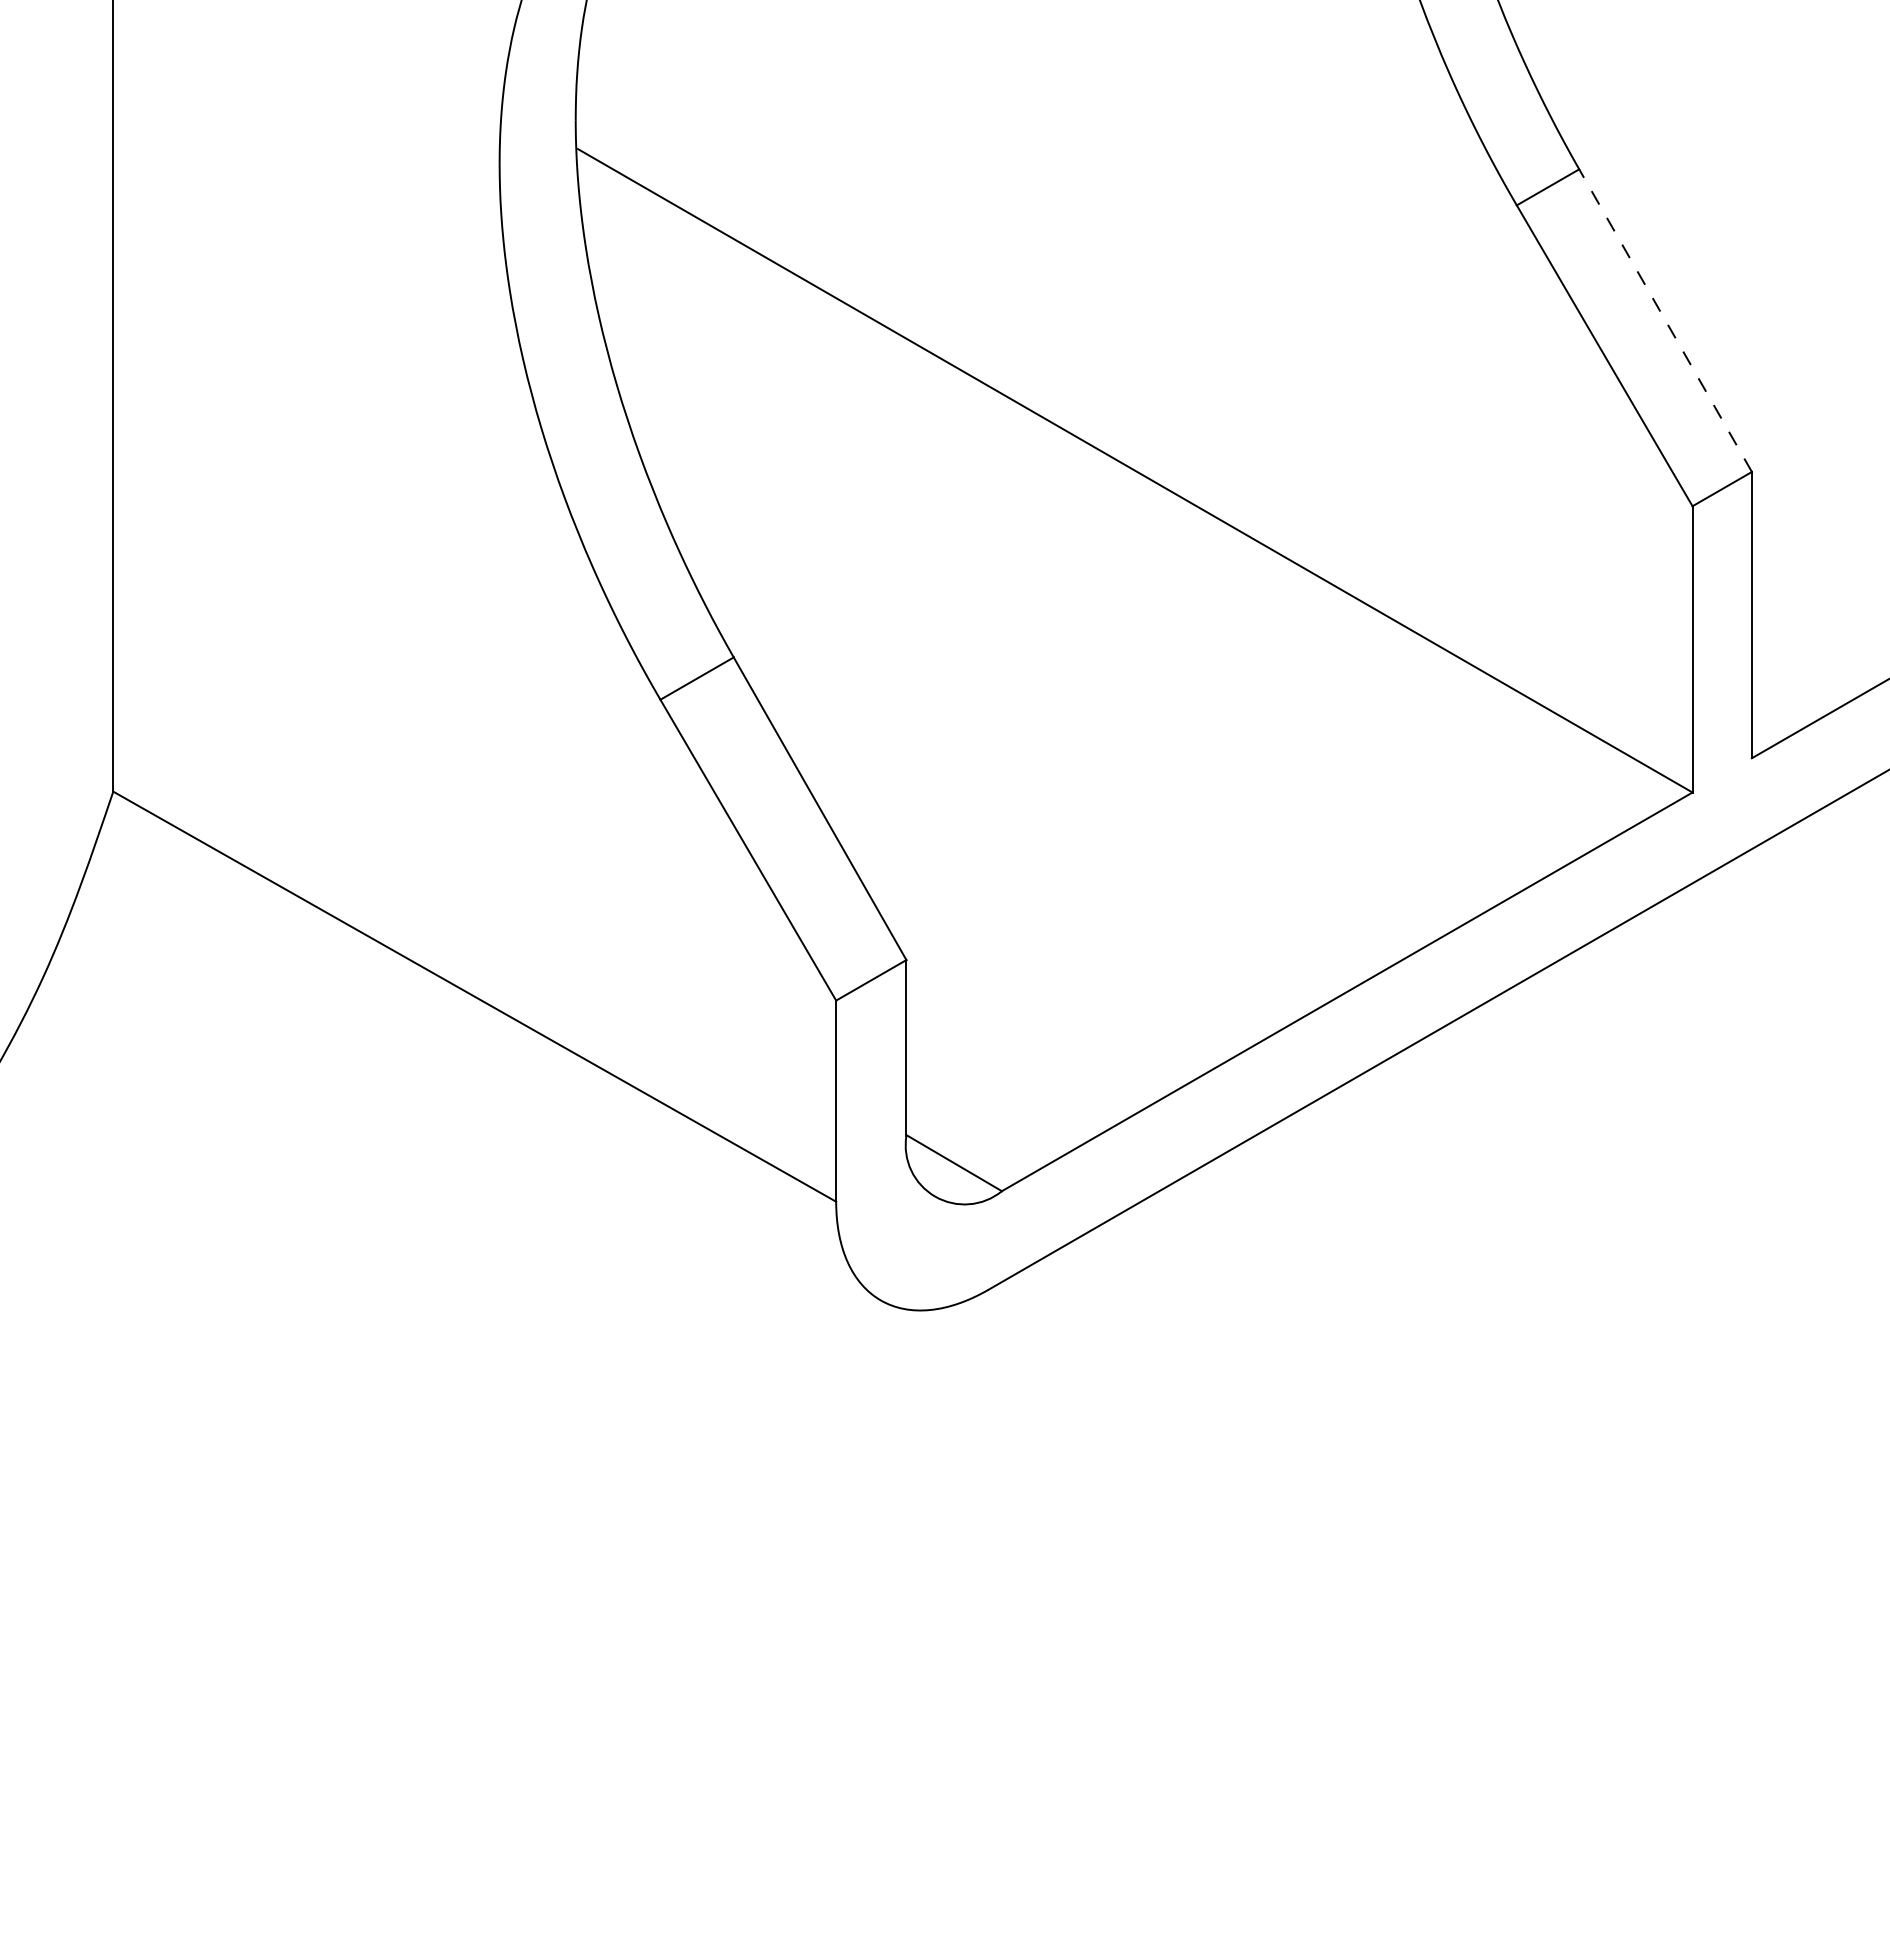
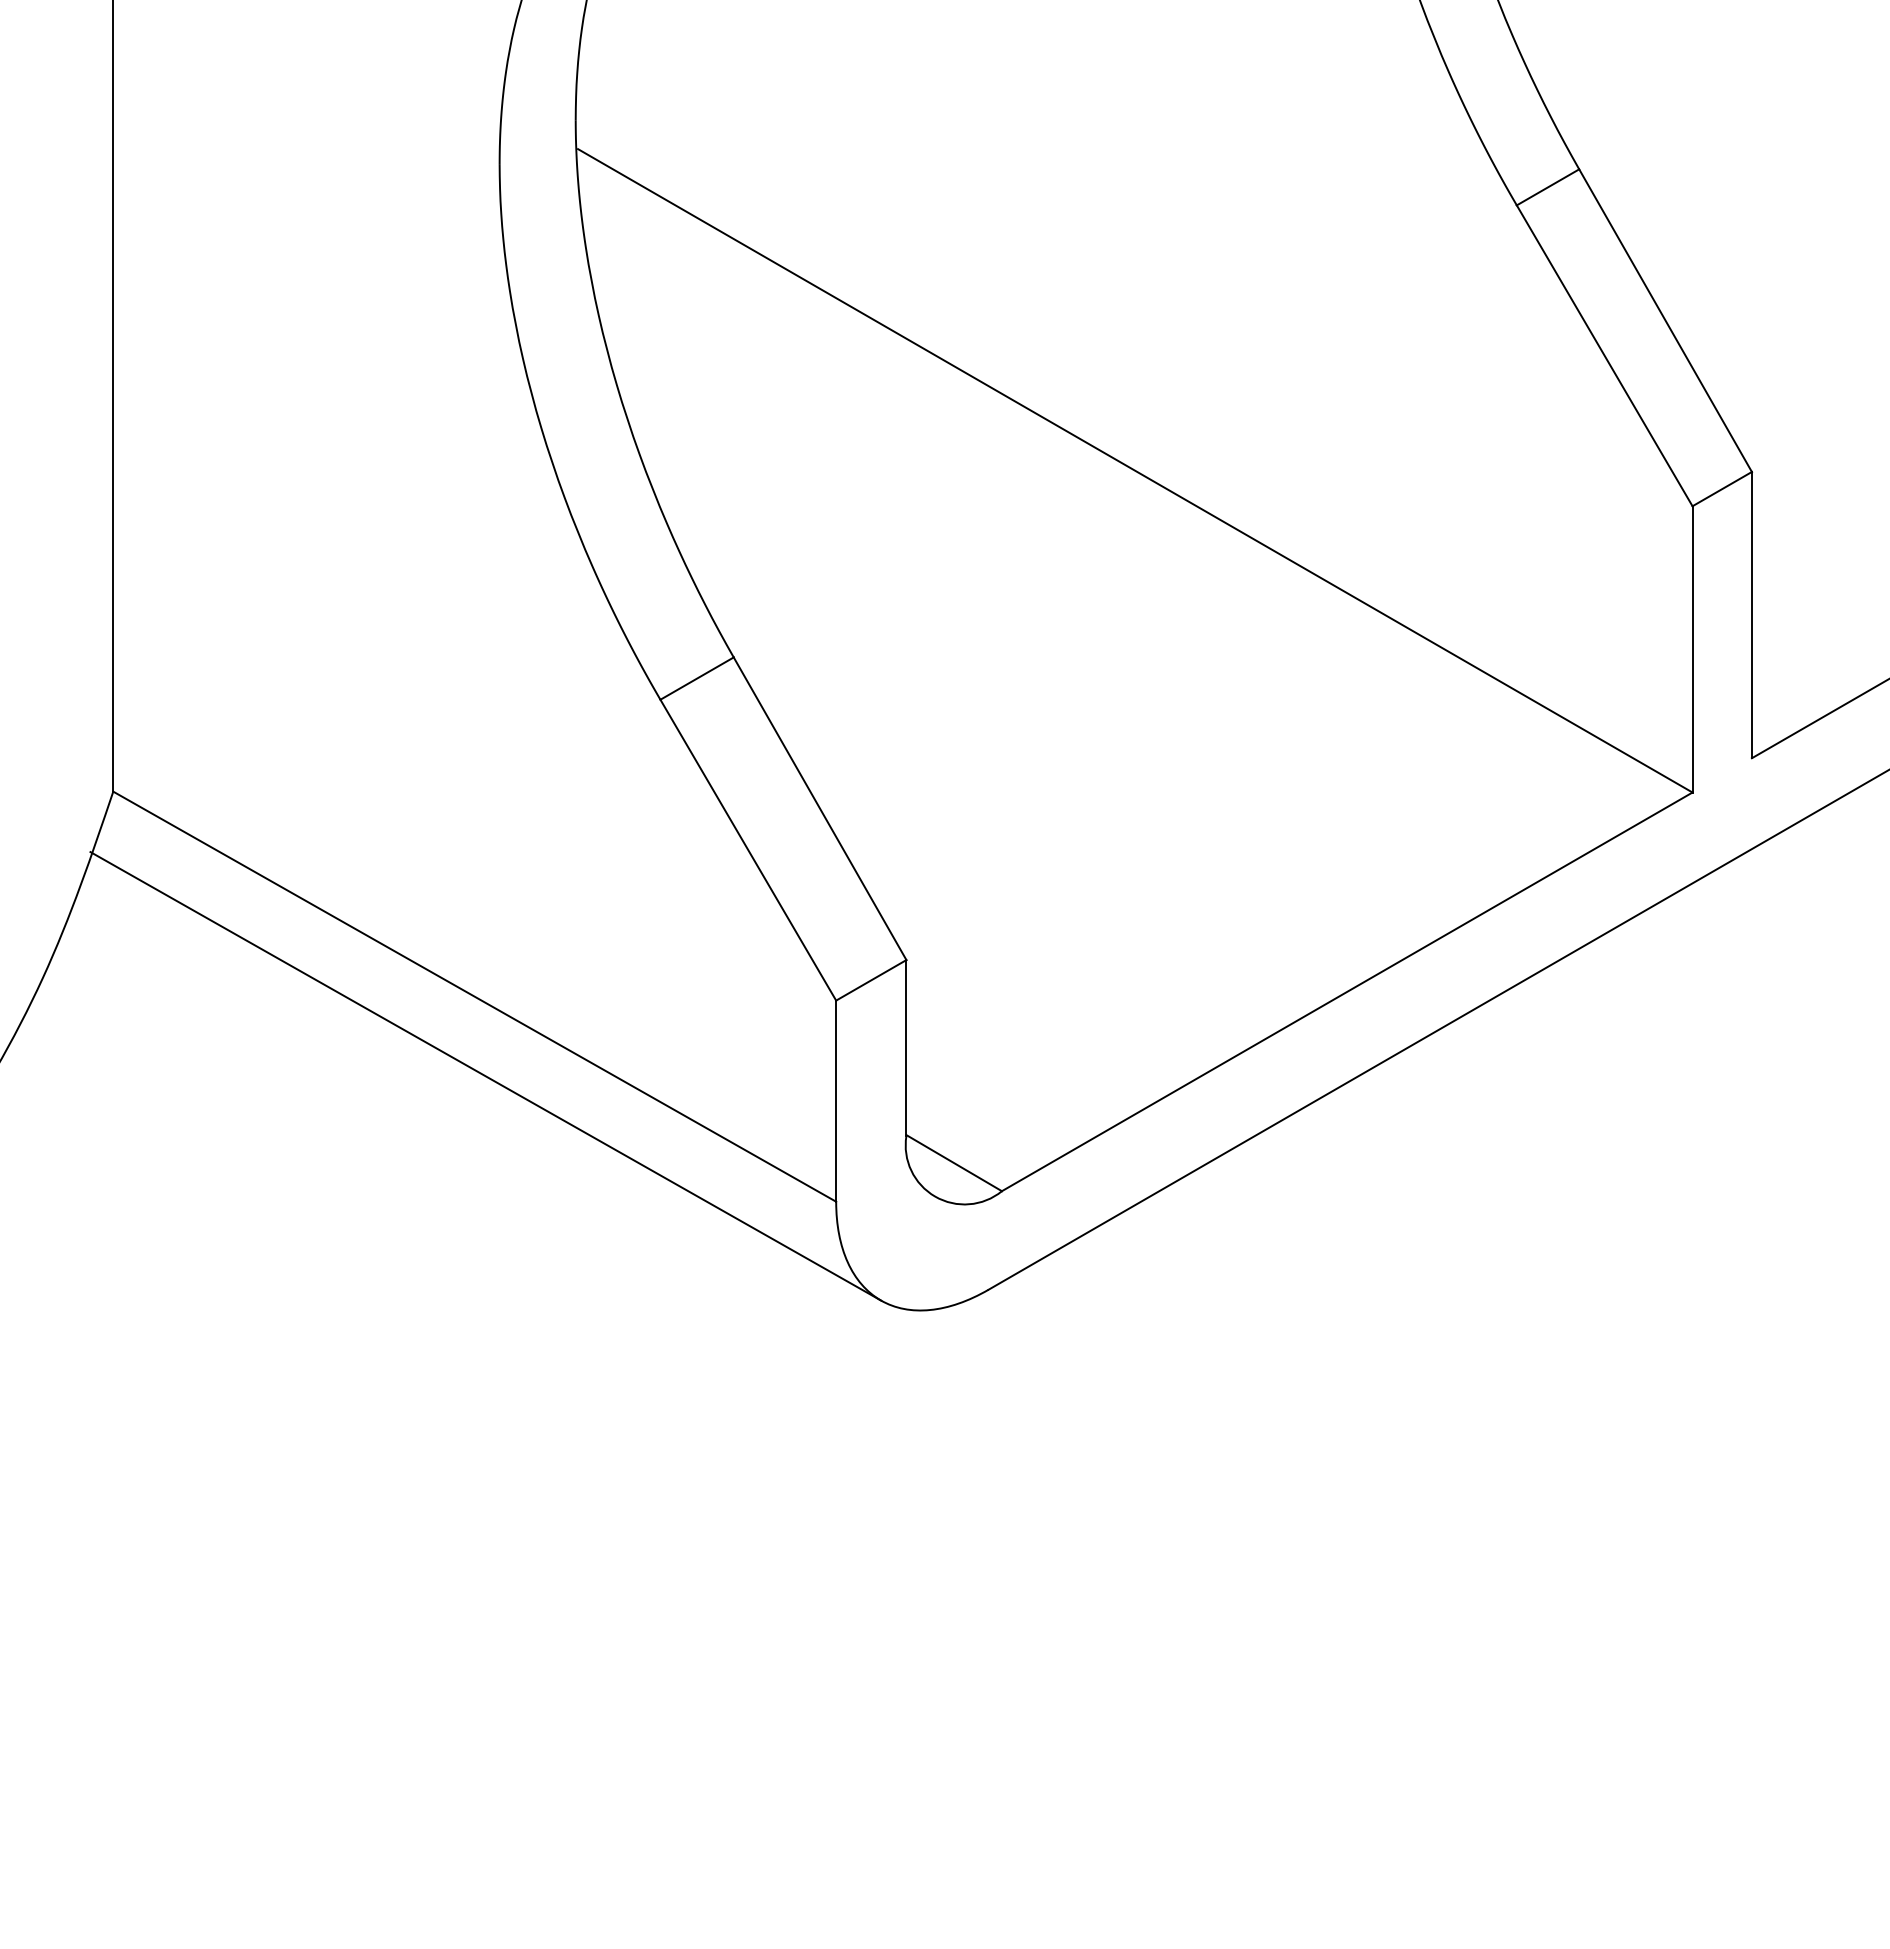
line at (1665, 320): dashed -> solid
line at (485, 1076): none -> present
